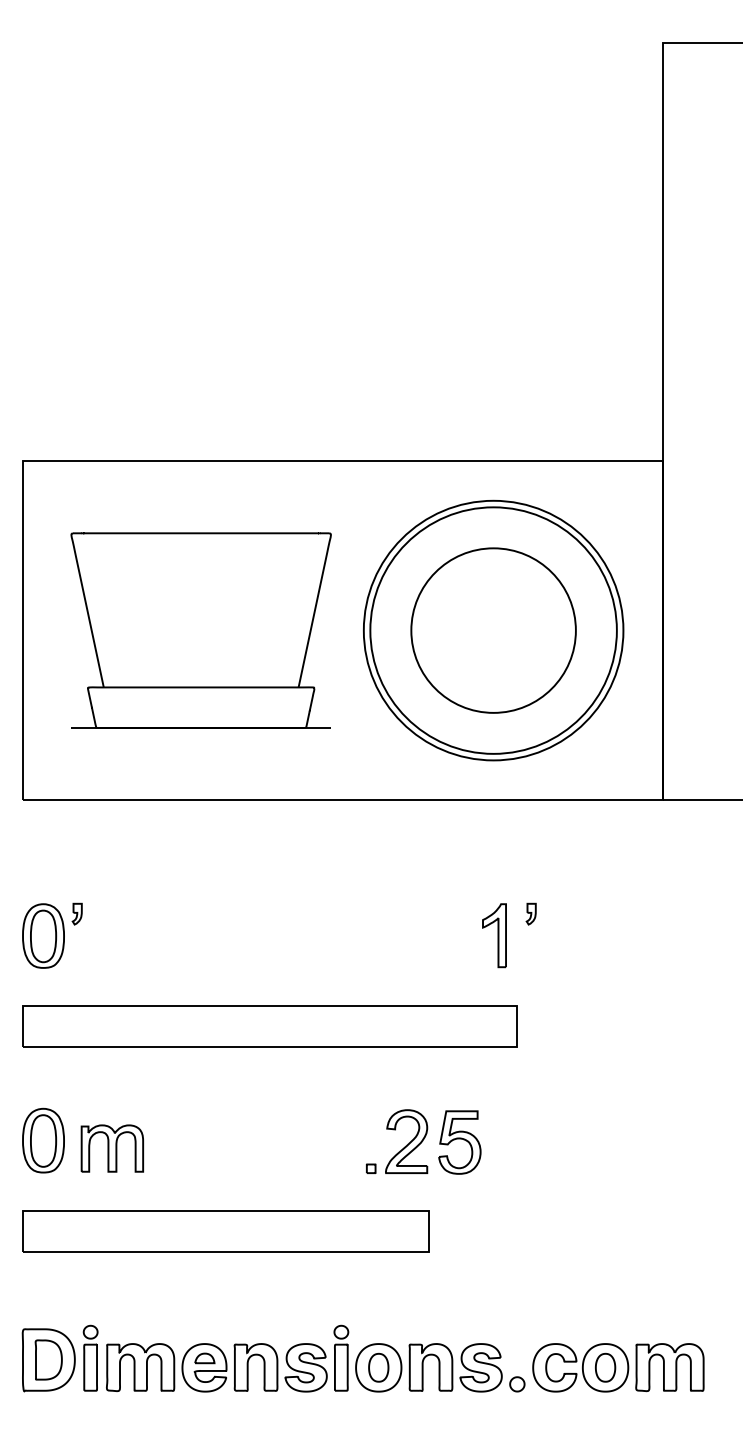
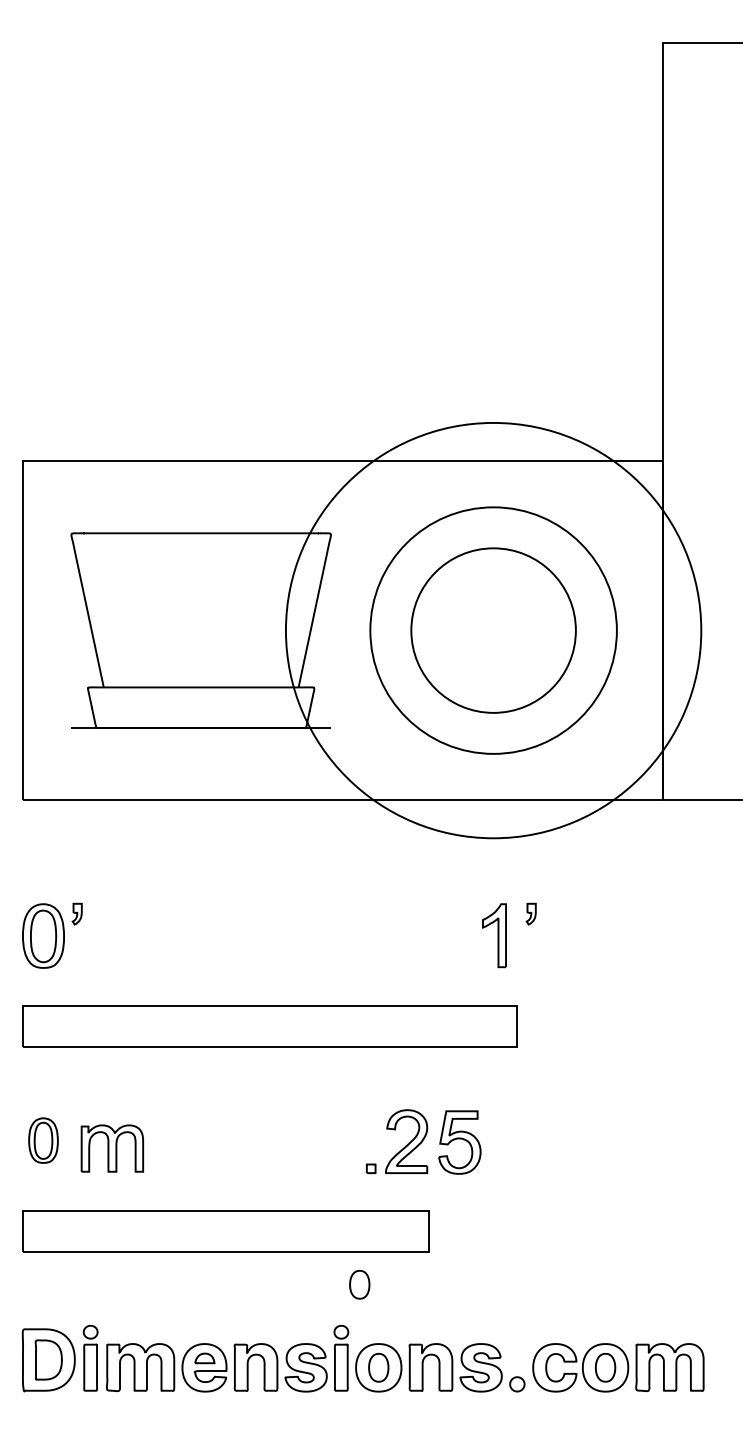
circle at (493, 630) diameter: 260 px -> 415 px
part at (43, 1140) size: 43x67 px -> 31x47 px
part at (359, 1284): none -> present
